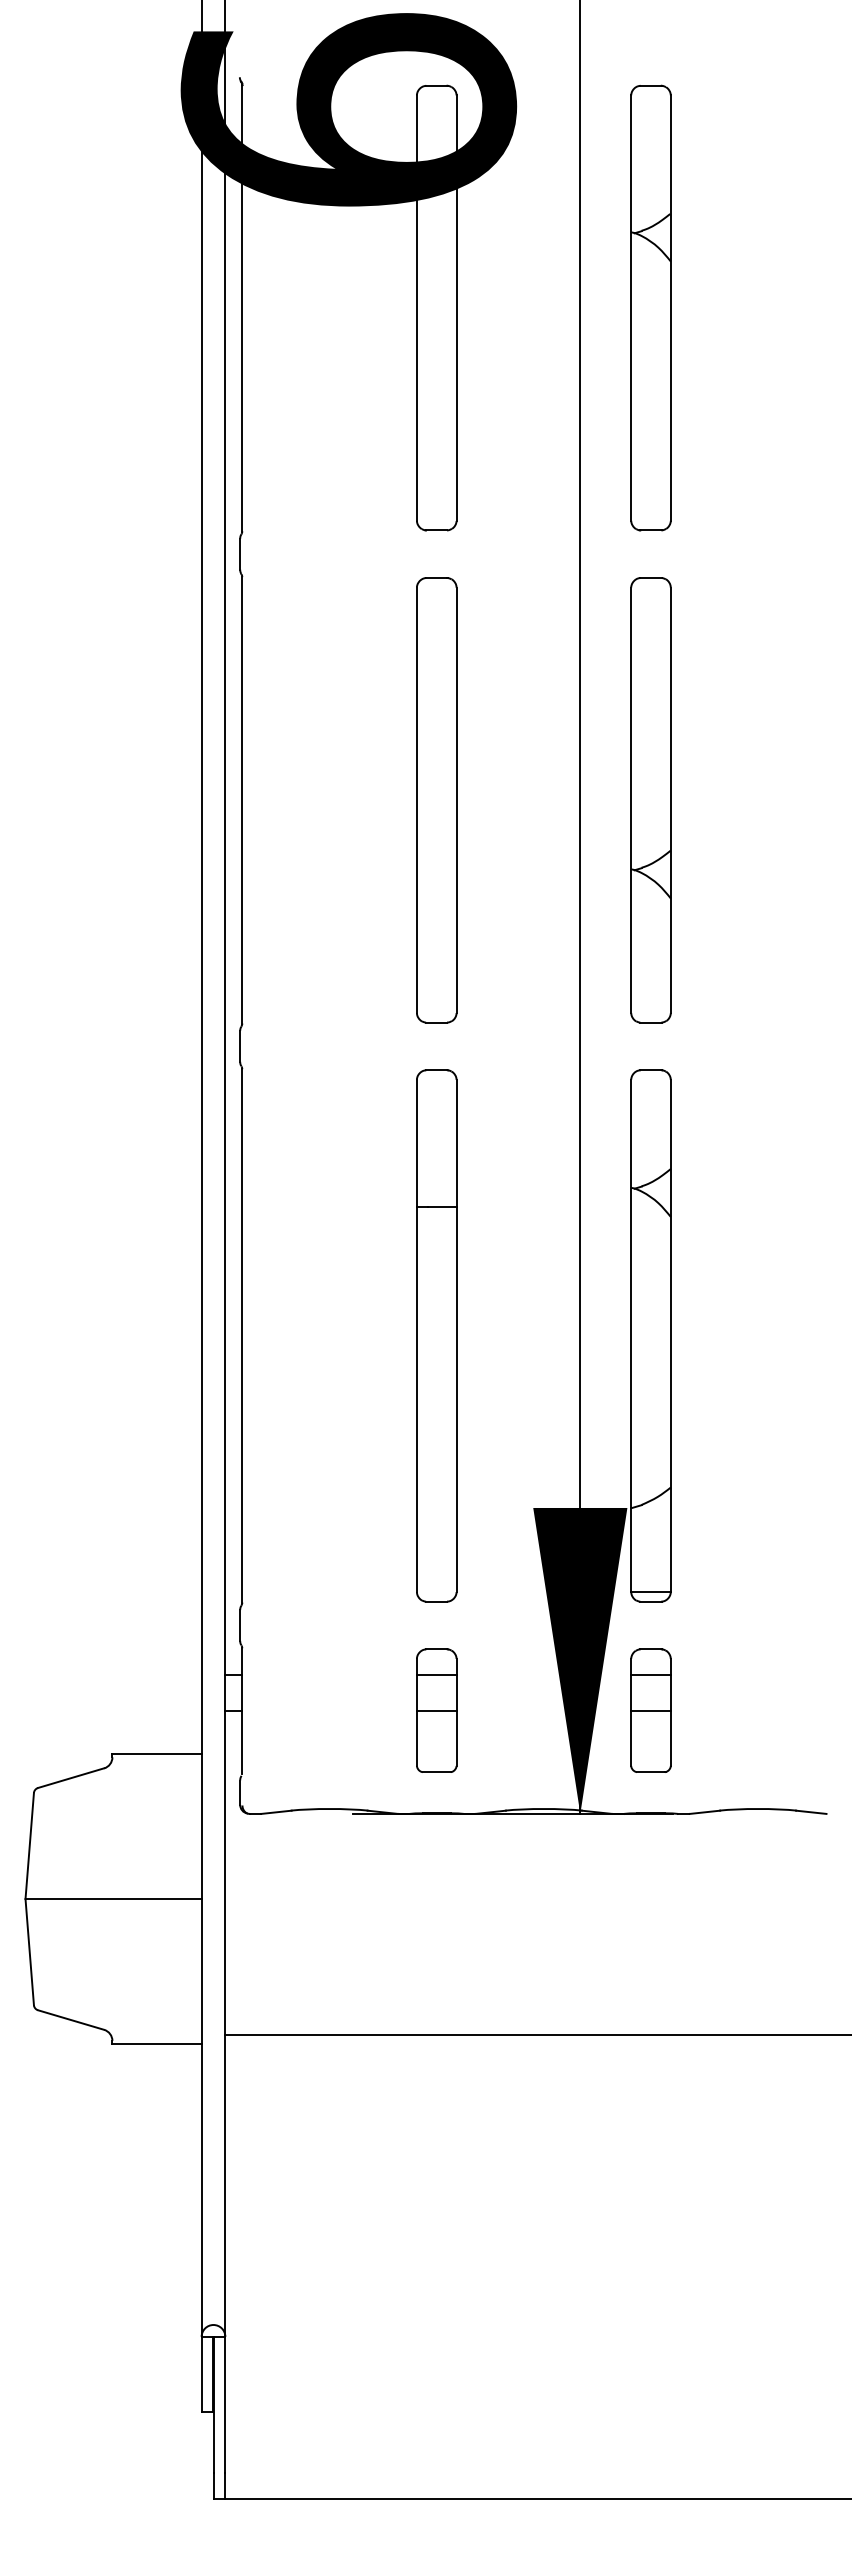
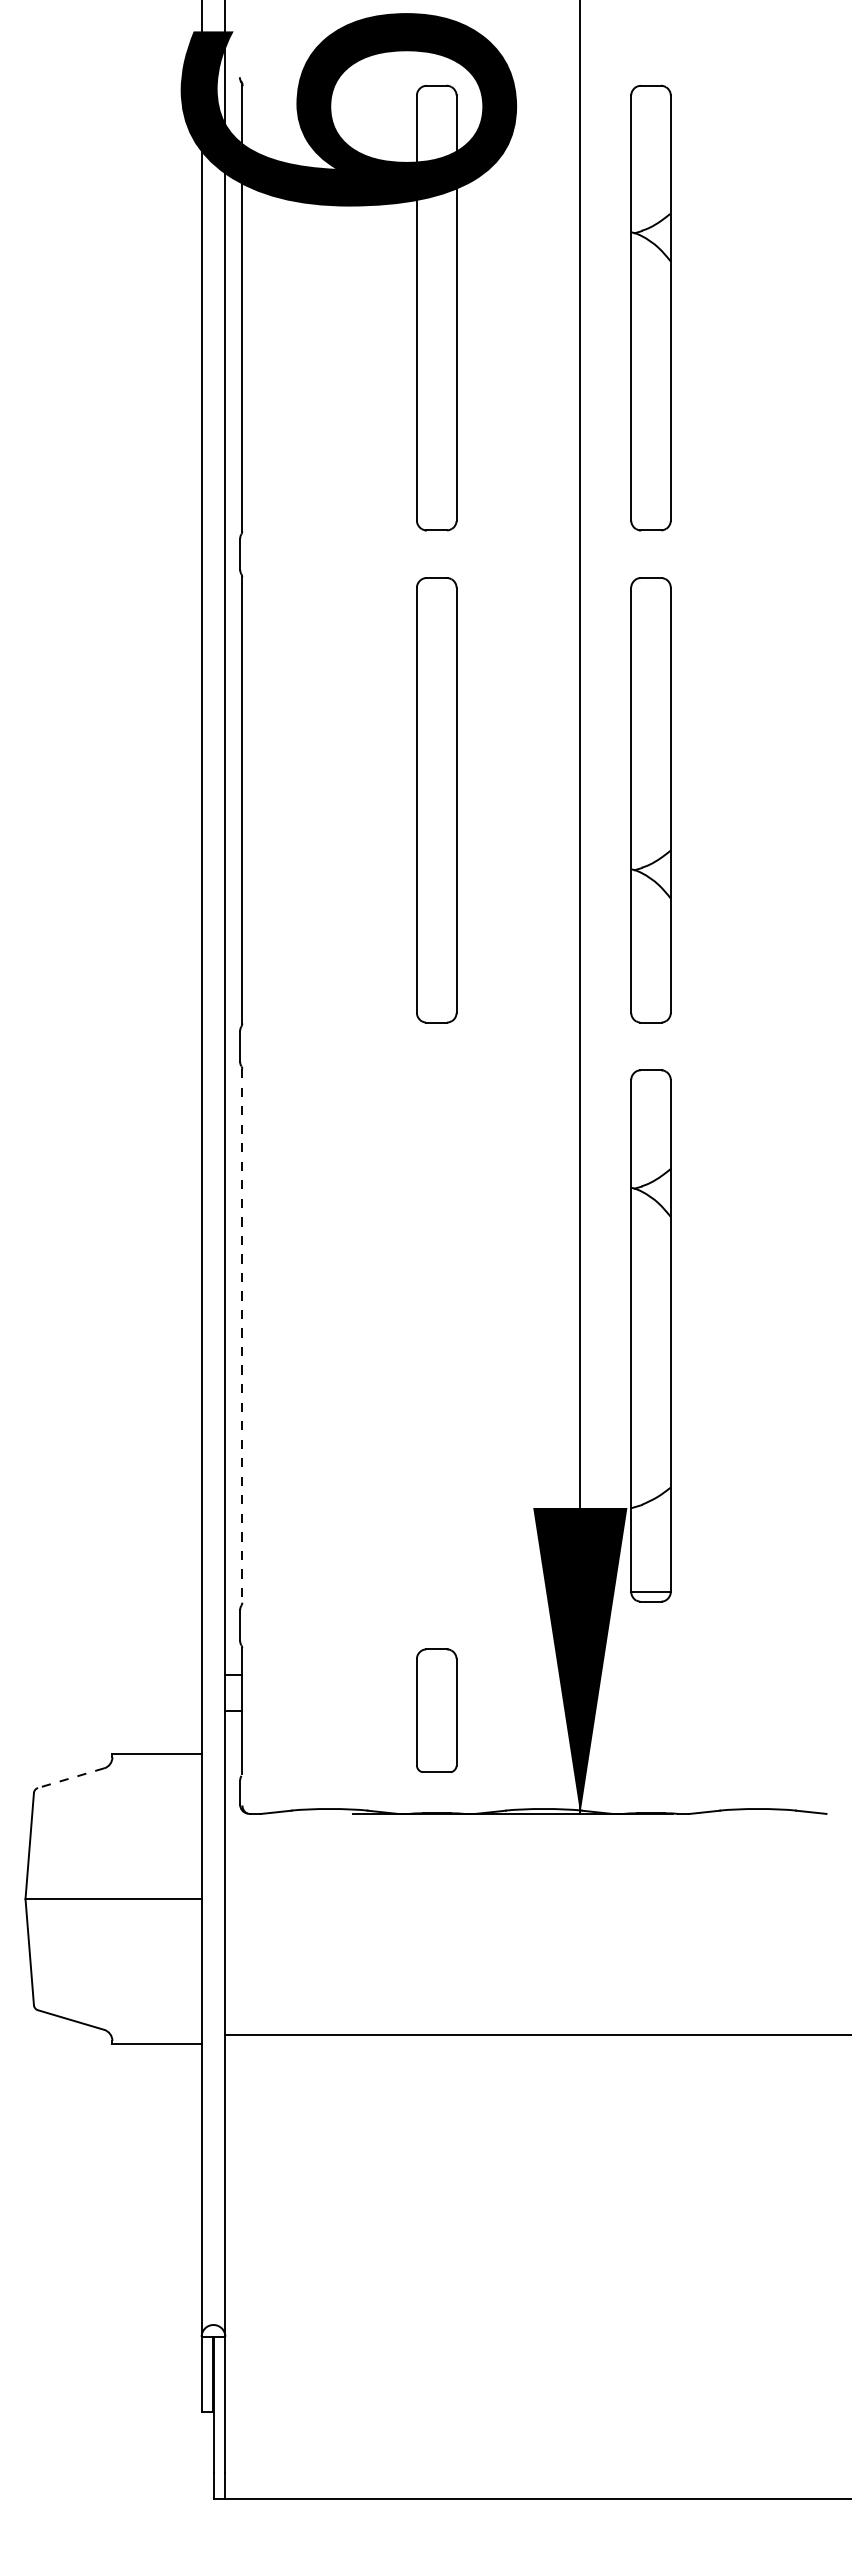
line at (242, 1335): solid -> dashed
part at (436, 1335): present -> none
line at (436, 1675): present -> none
part at (650, 1710): present -> none
line at (436, 1711): present -> none
line at (70, 1778): solid -> dashed
